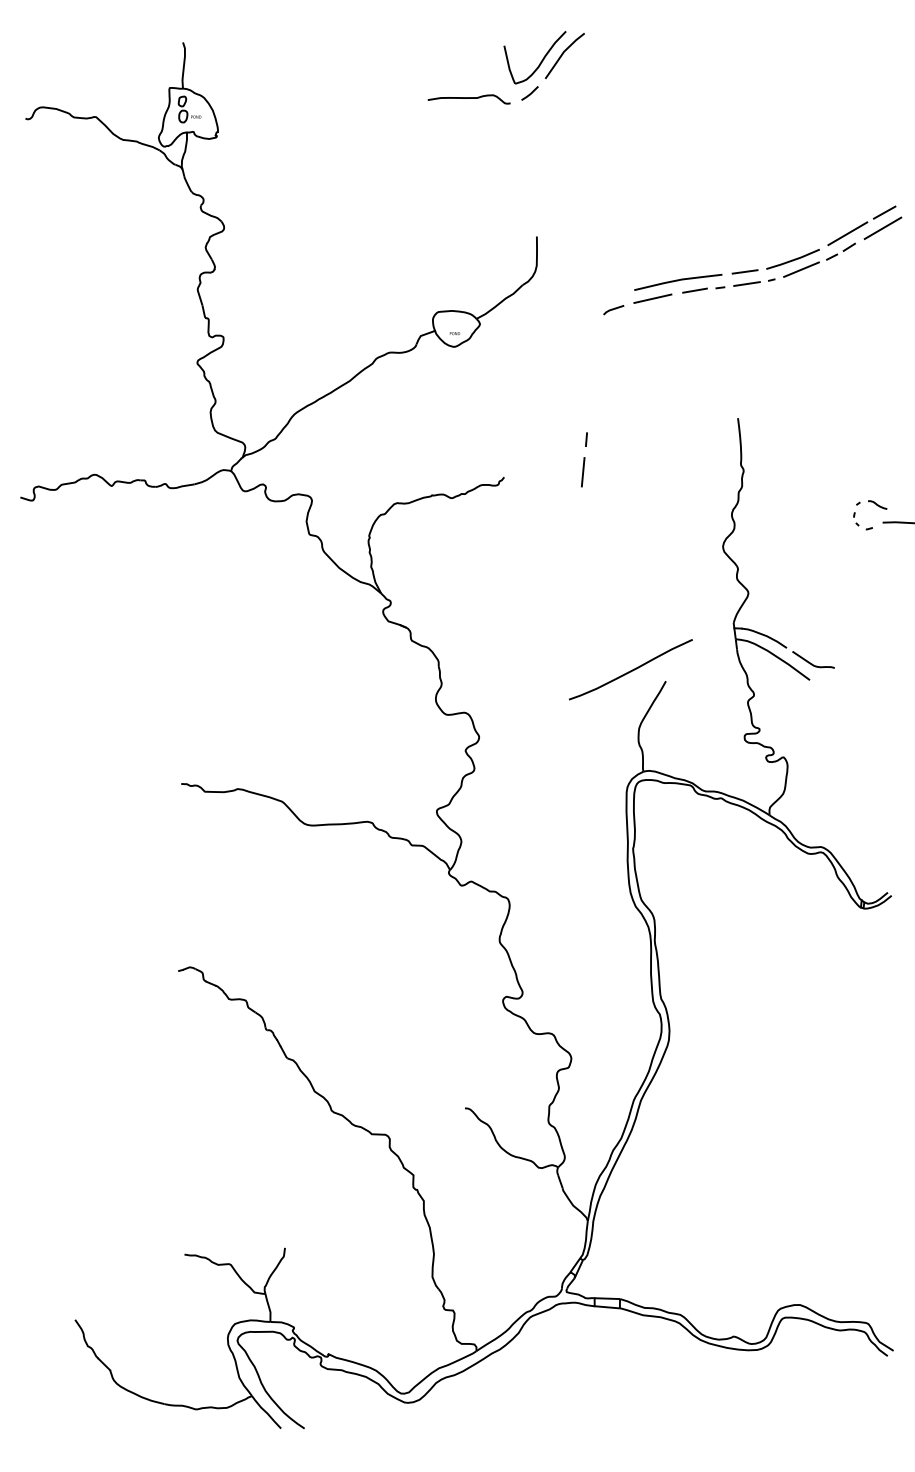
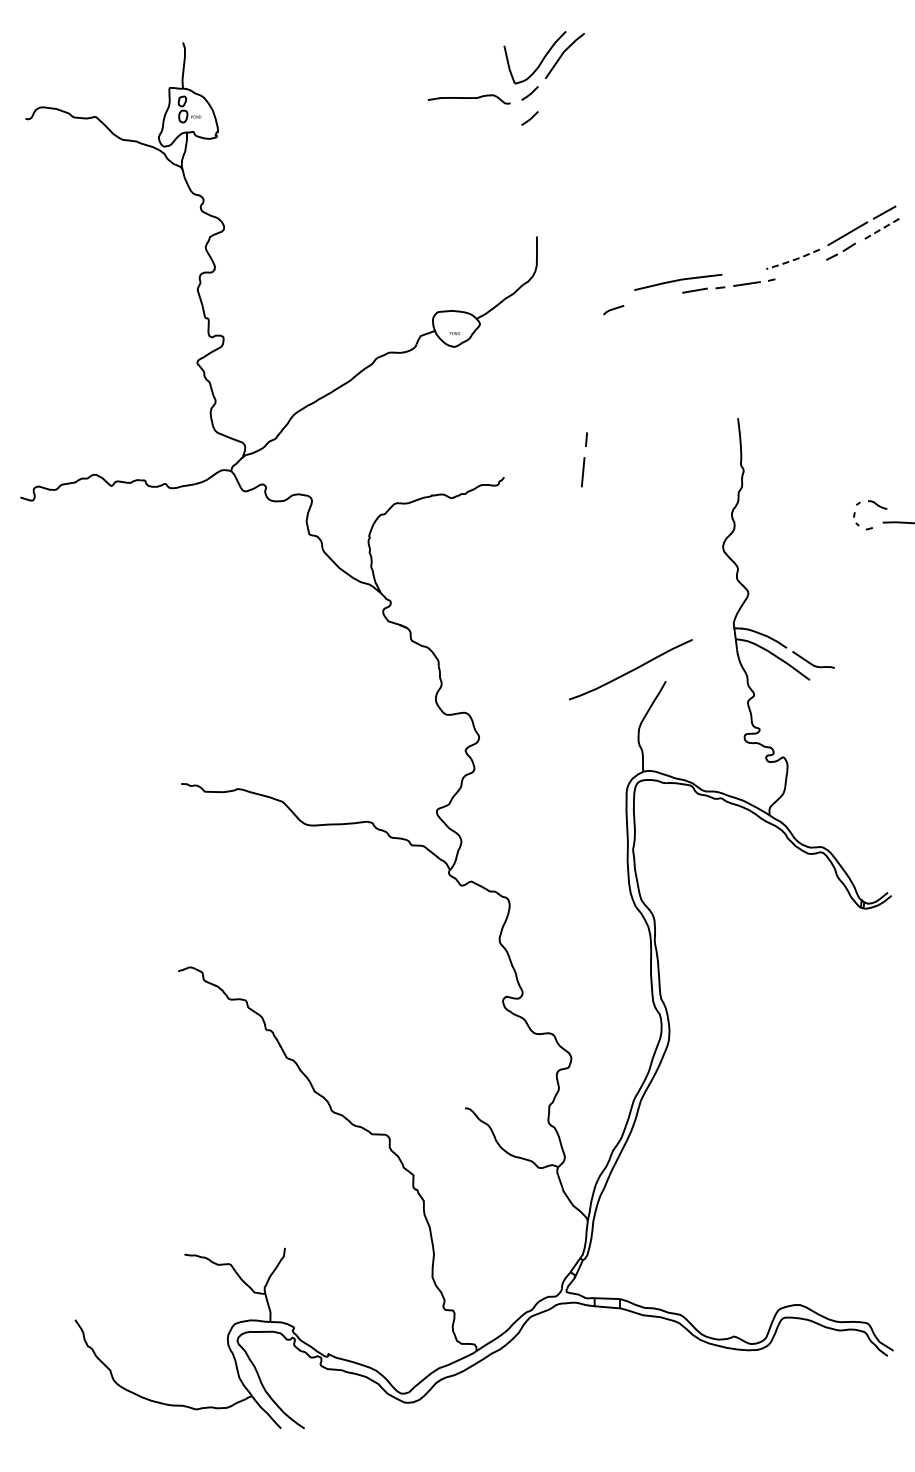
line at (529, 118): none -> present
line at (883, 228): solid -> dashed
line at (792, 260): solid -> dashed
line at (801, 269): present -> none
line at (744, 271): present -> none
line at (652, 298): present -> none
